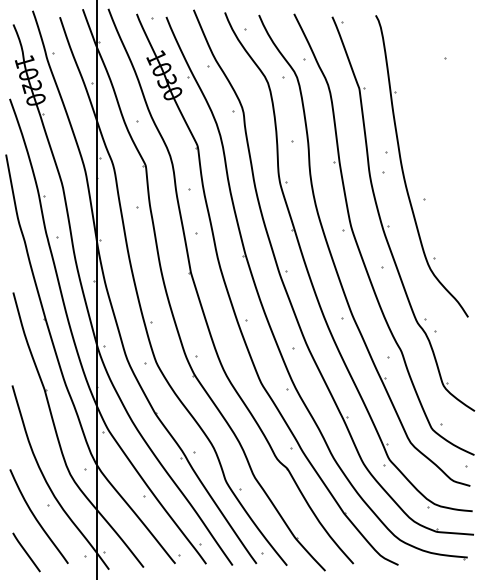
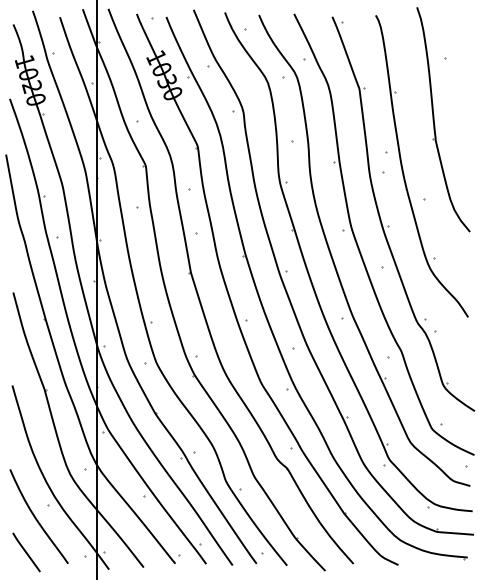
part at (434, 119): none -> present
